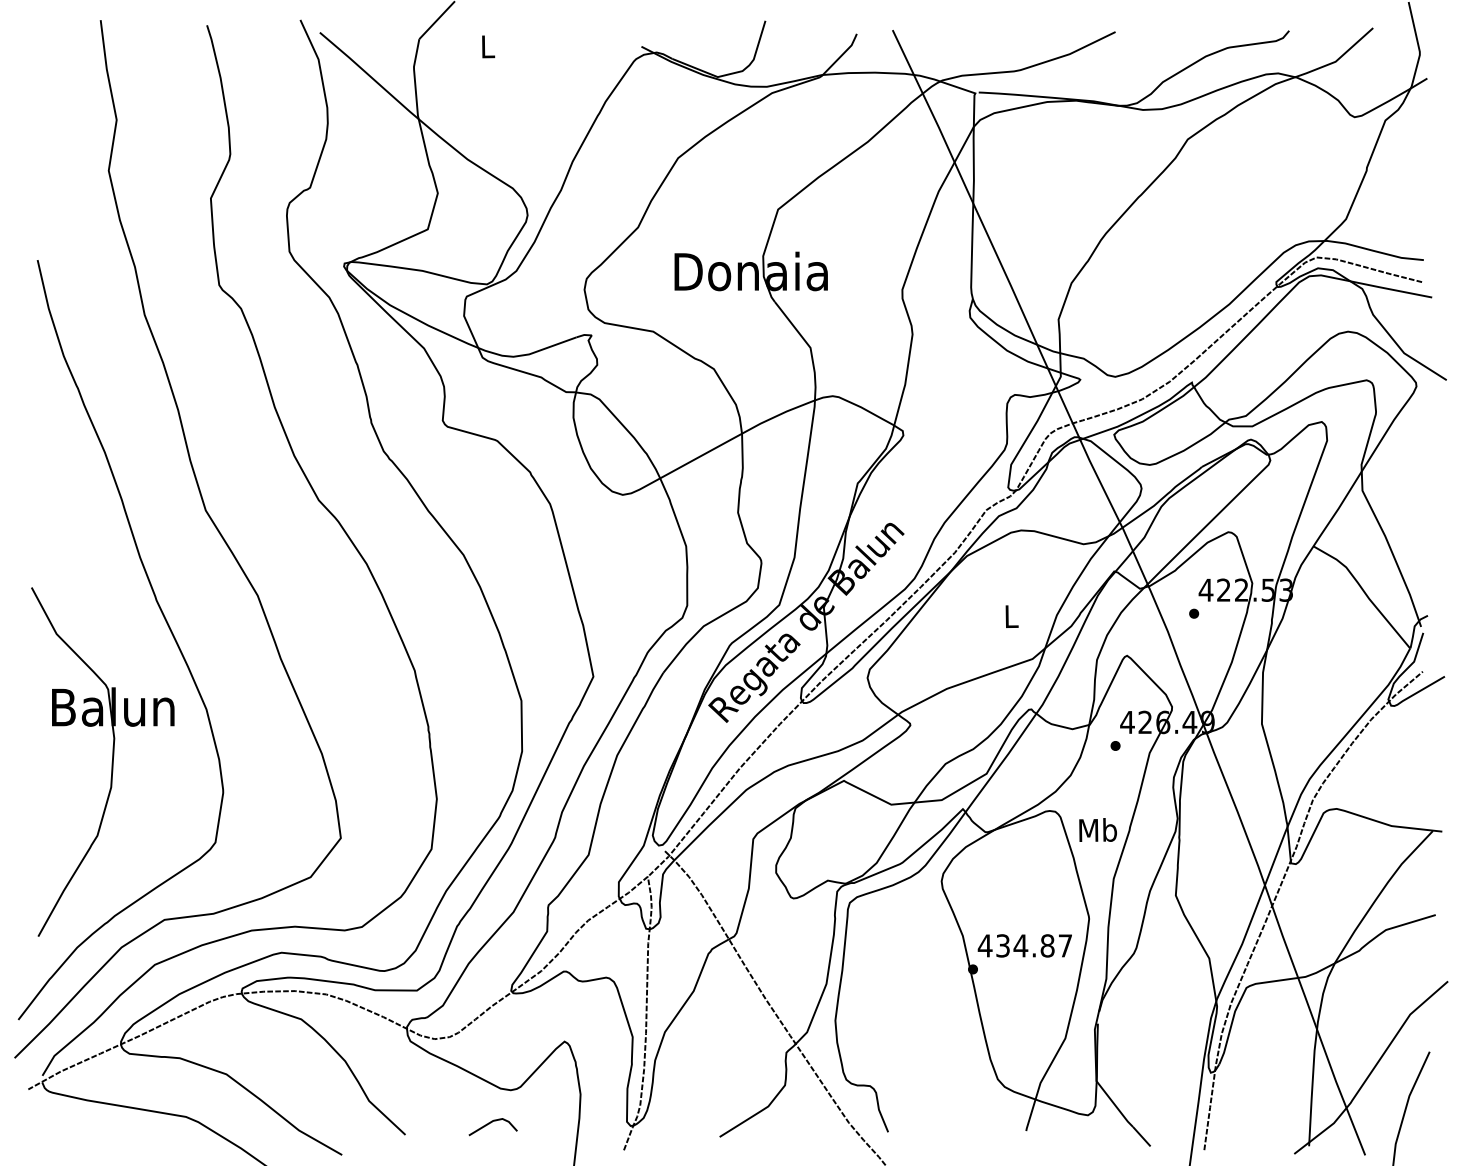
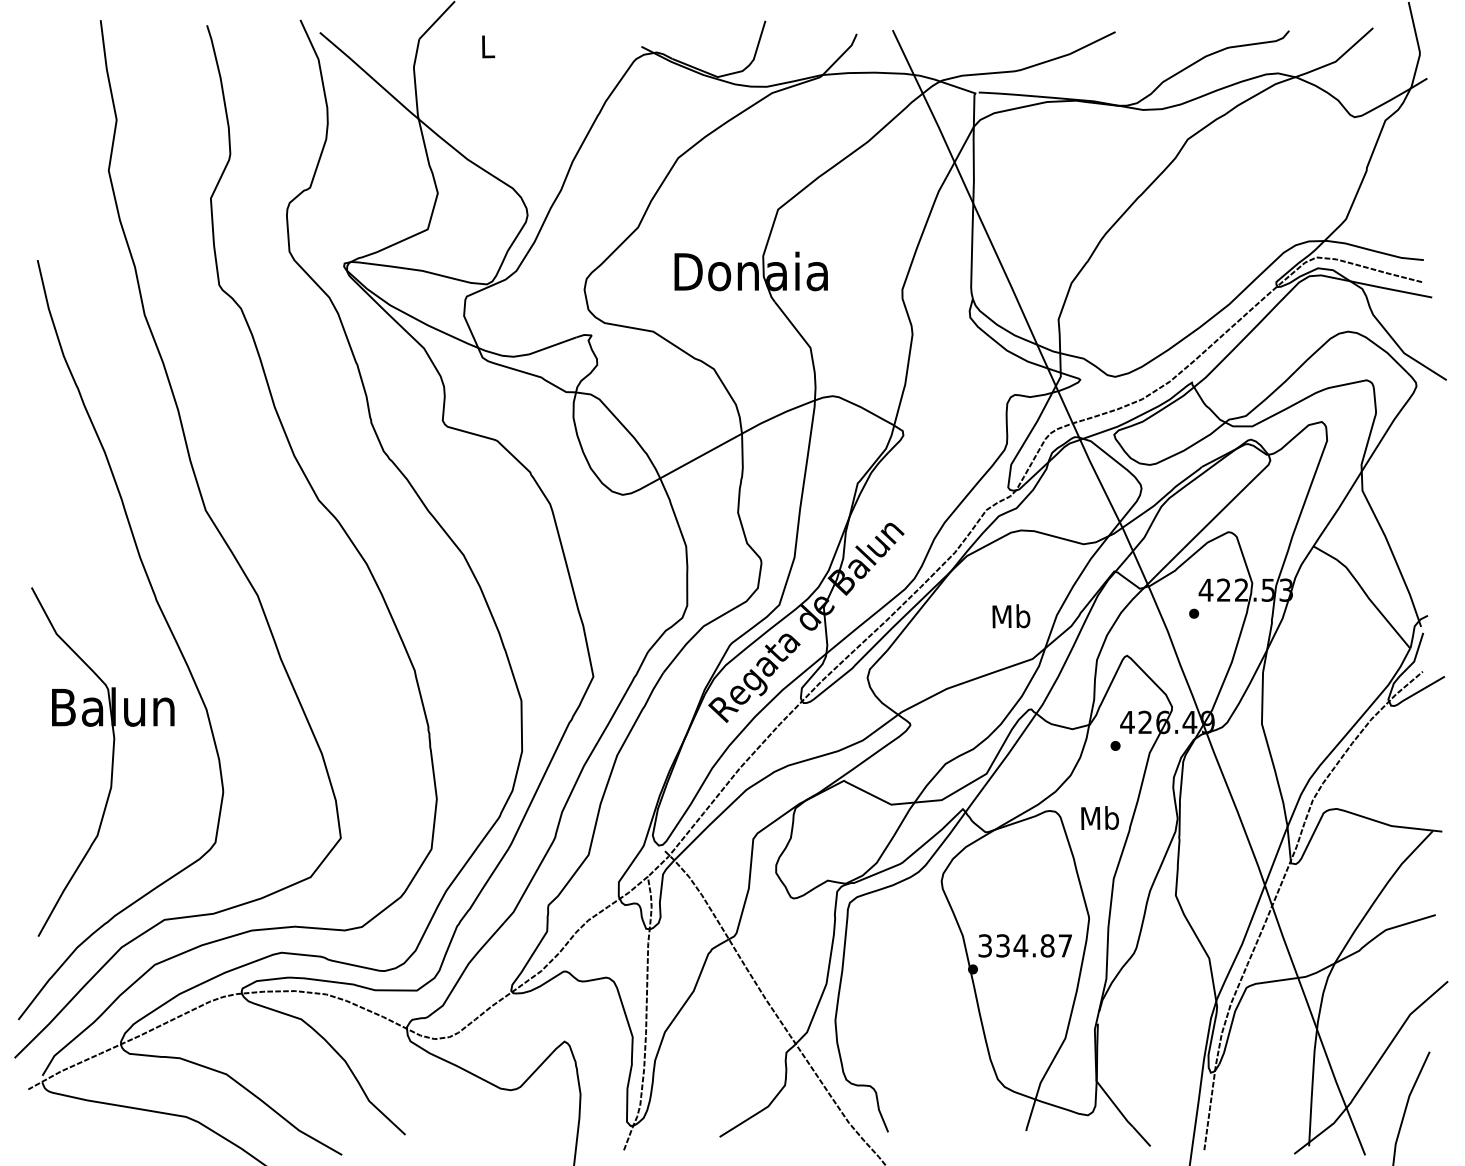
text at (1011, 616): L -> Mb
text at (1097, 829) position: (1097, 829) -> (1099, 817)
text at (984, 945): 434.87 -> 334.87
line at (491, 1123): present -> none
